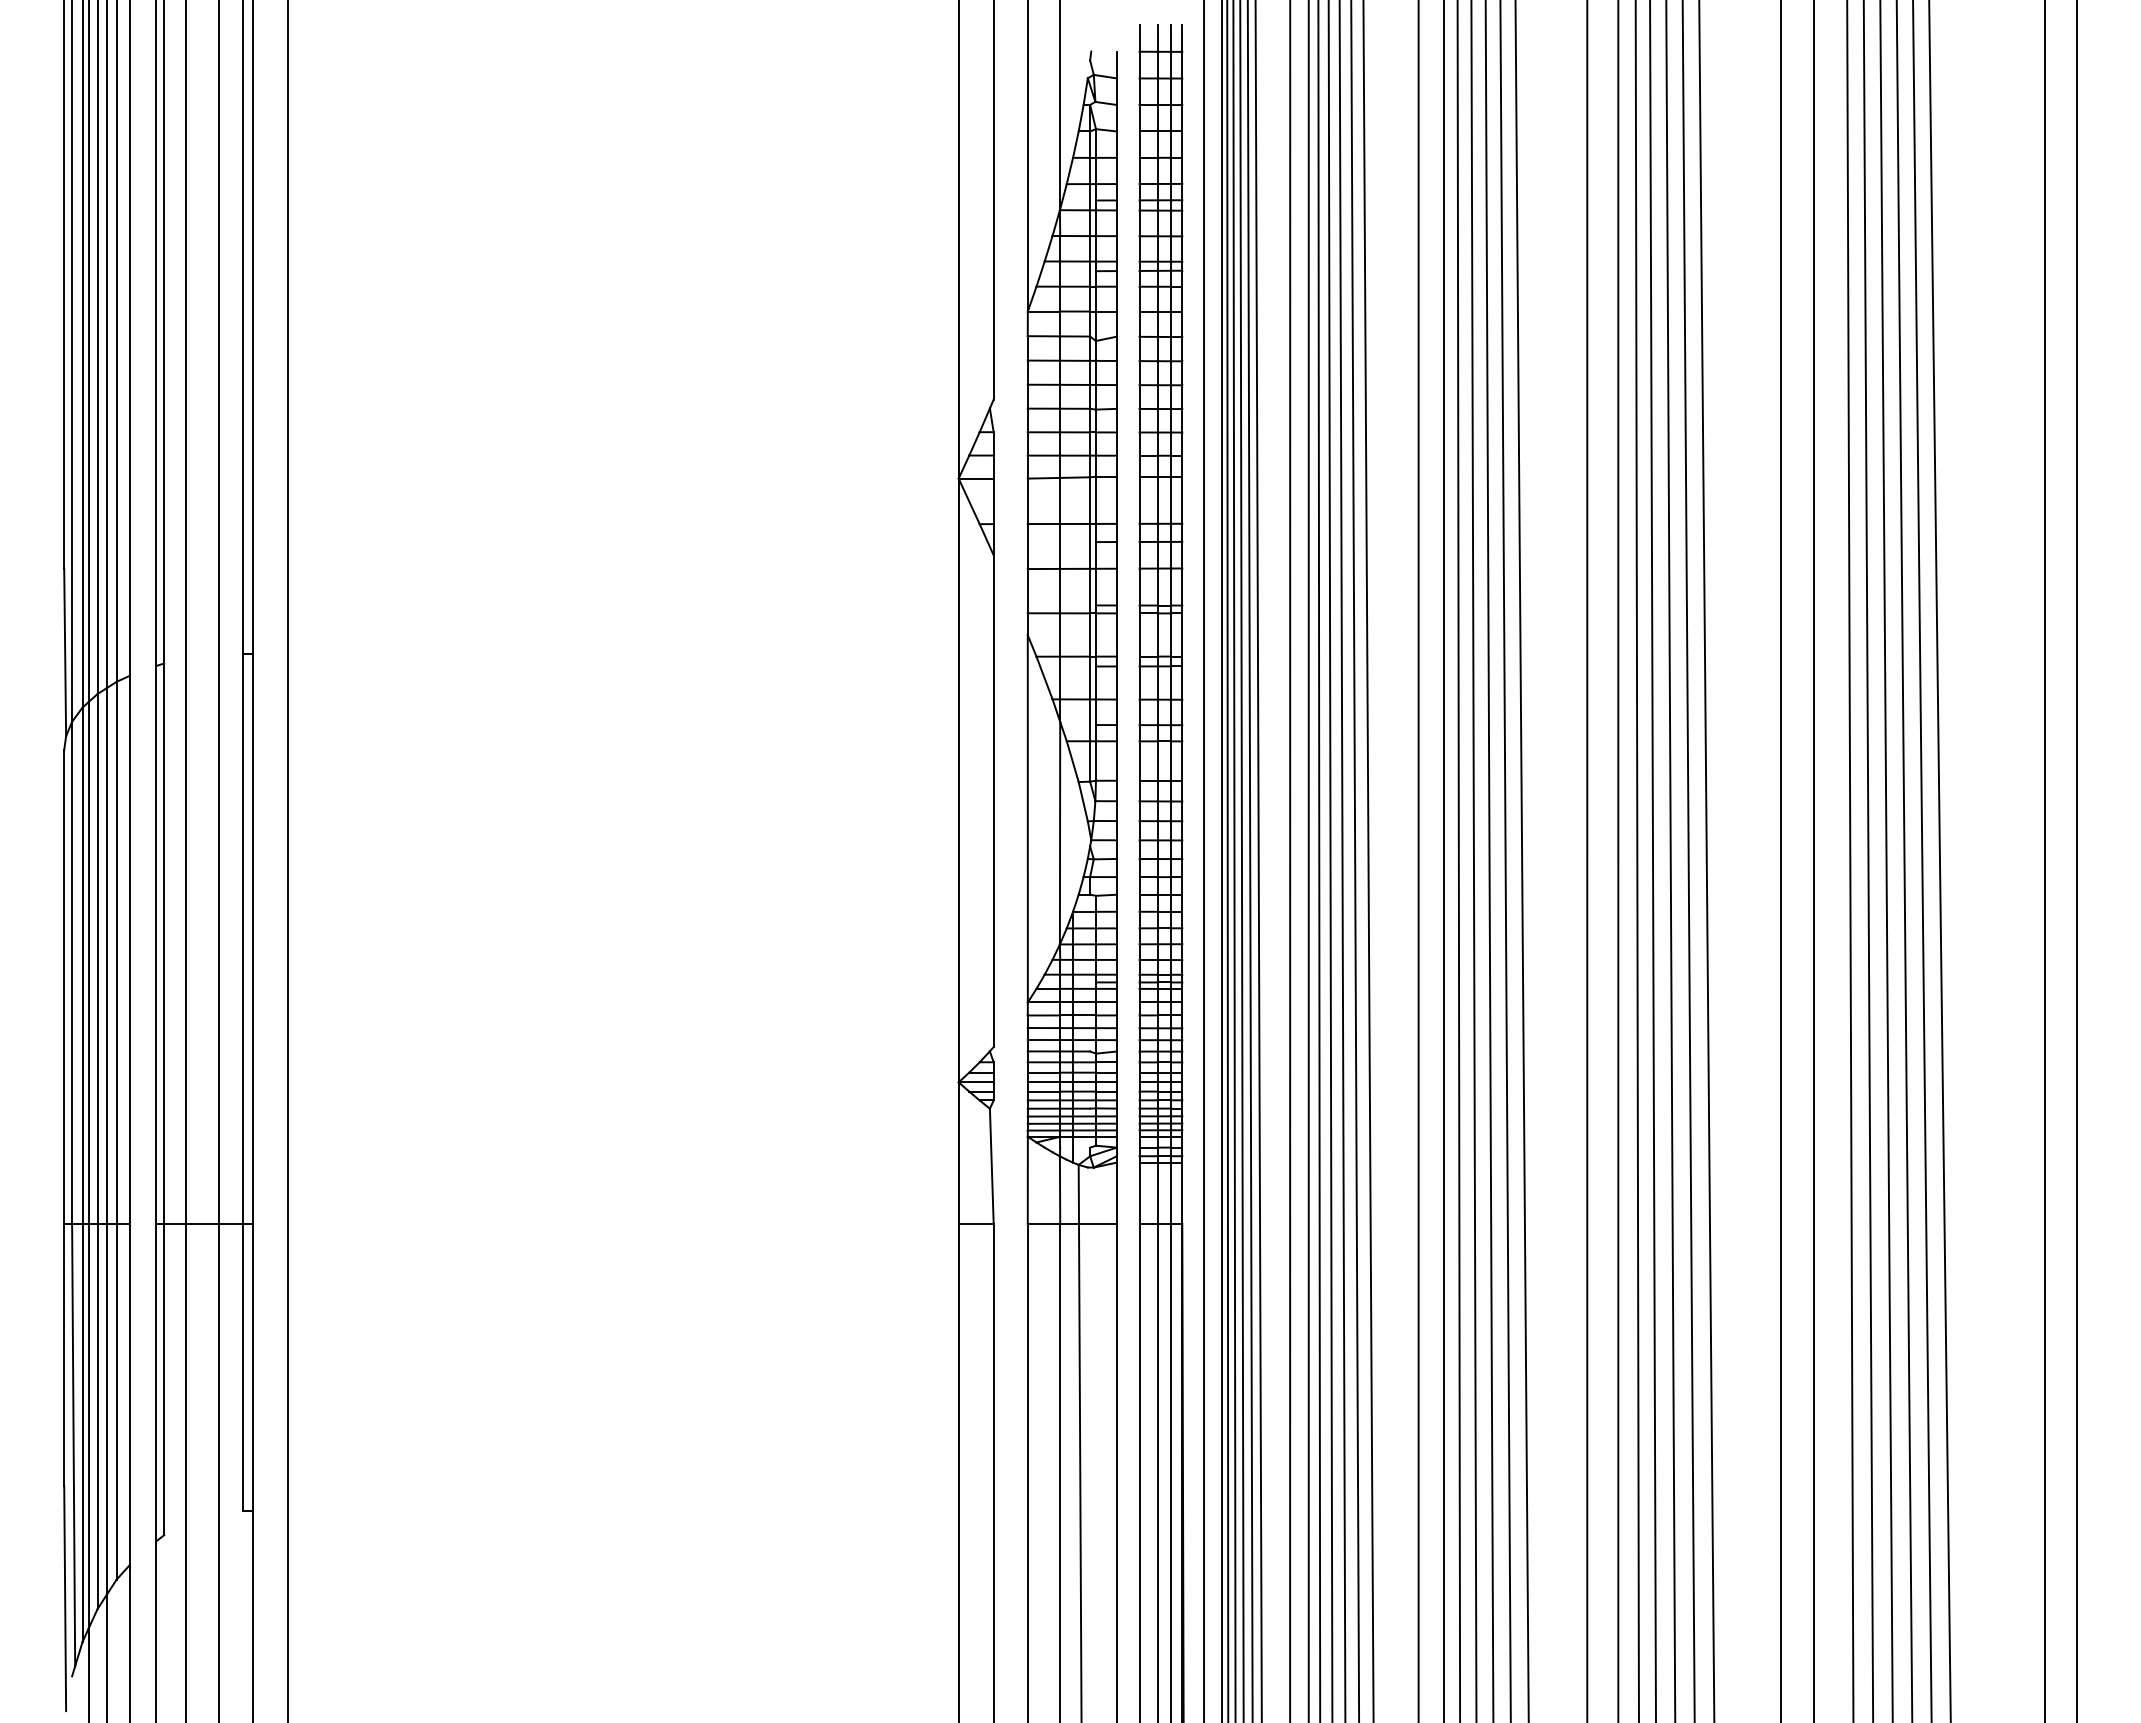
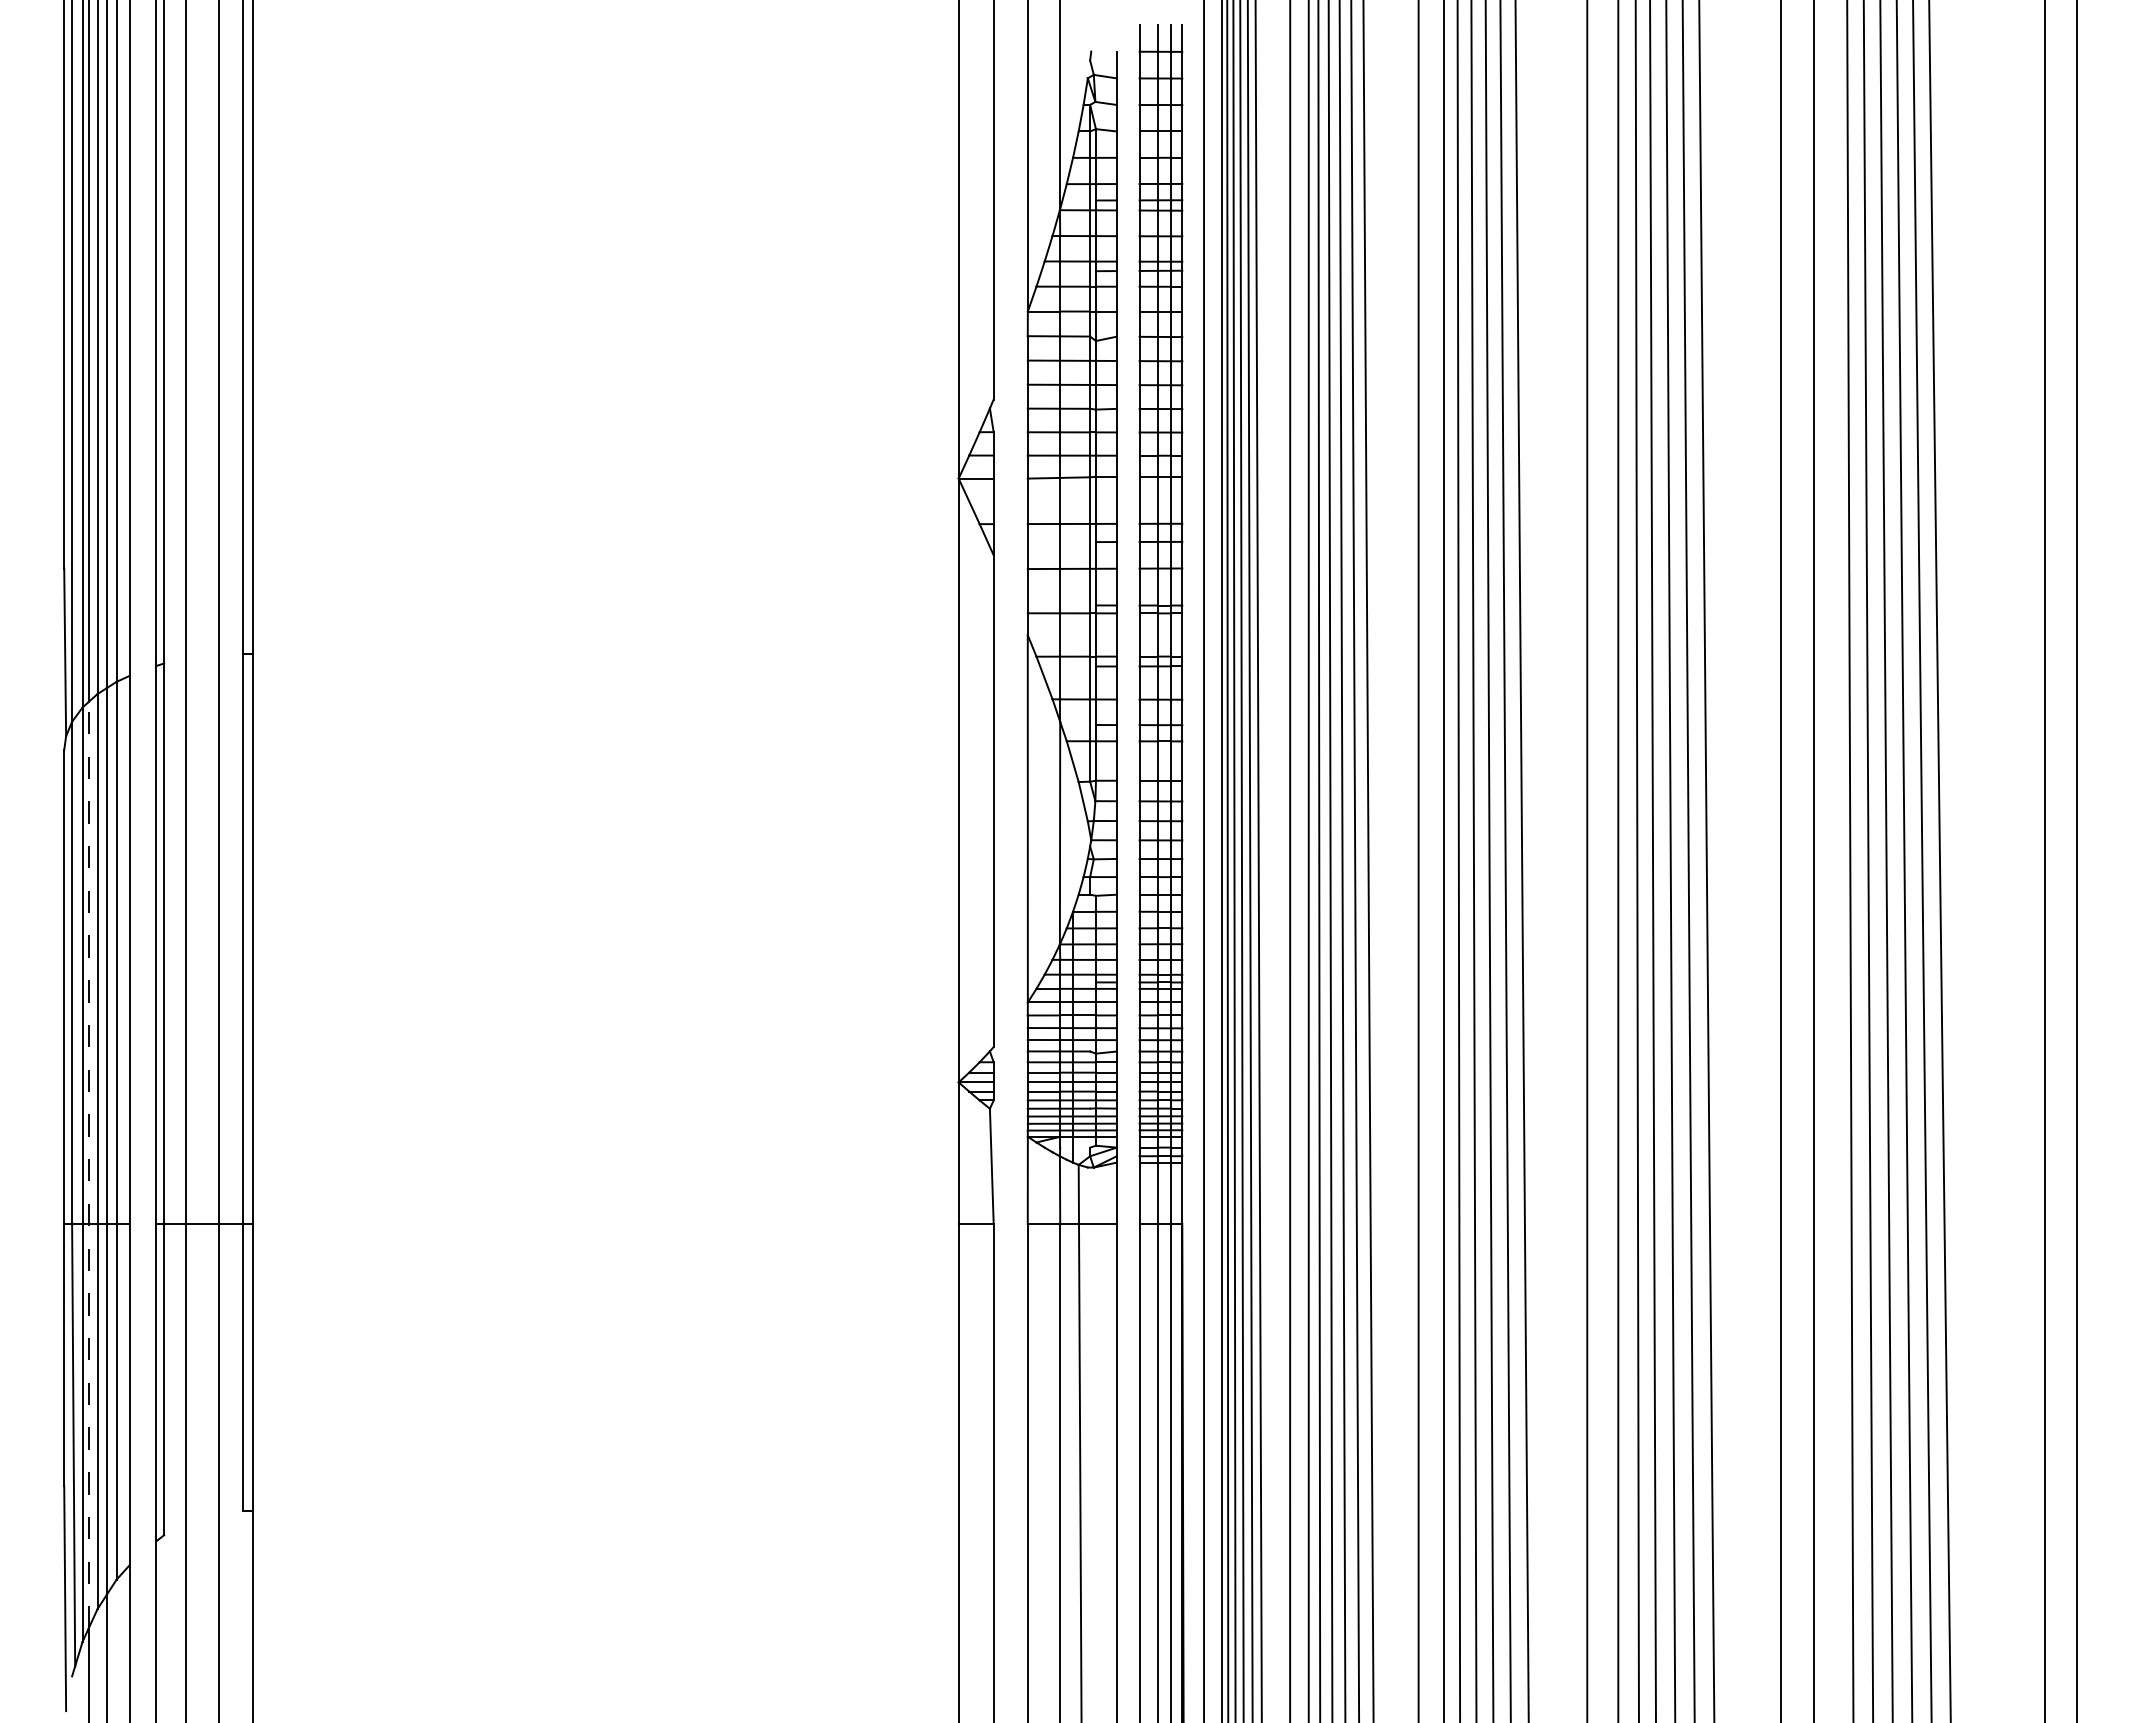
line at (287, 860): present -> none
line at (88, 1164): solid -> dashed
